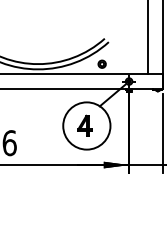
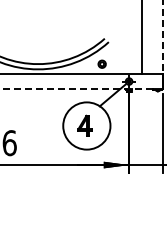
line at (147, 37) position: (147, 37) -> (141, 37)
line at (162, 37): solid -> dashed
line at (76, 89): solid -> dashed
